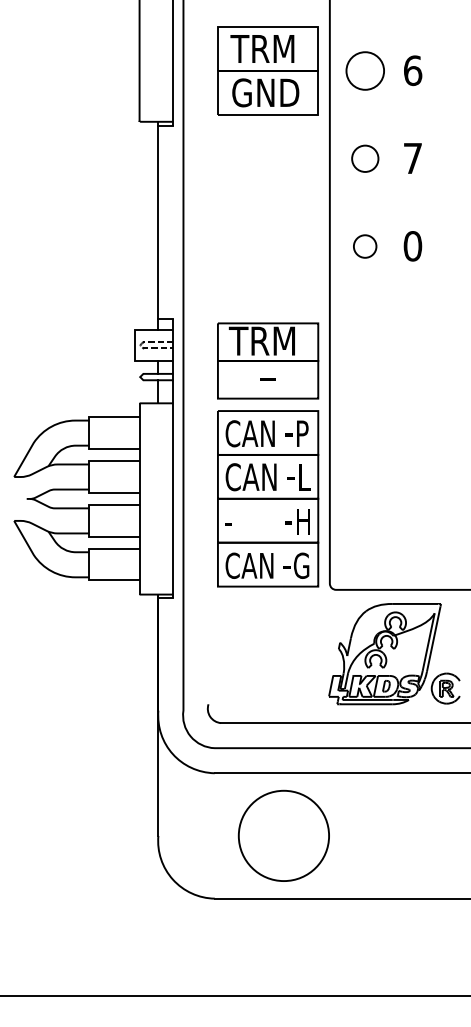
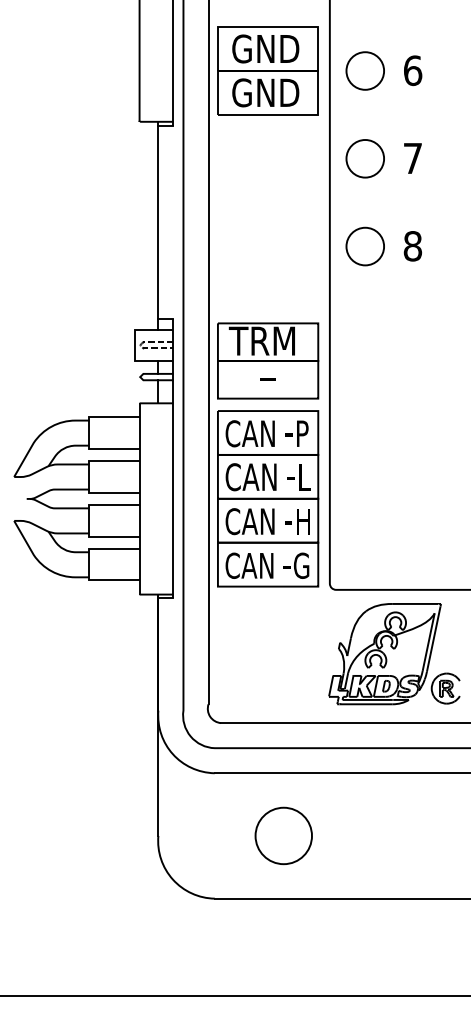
text at (264, 48): TRM -> GND
circle at (365, 158) diameter: 26 px -> 38 px
circle at (365, 246) size: 25x25 px -> 40x41 px
text at (412, 246): 0 -> 8
line at (208, 353): none -> present
text at (249, 521): - -> CAN
circle at (283, 835) size: 93x93 px -> 59x60 px
